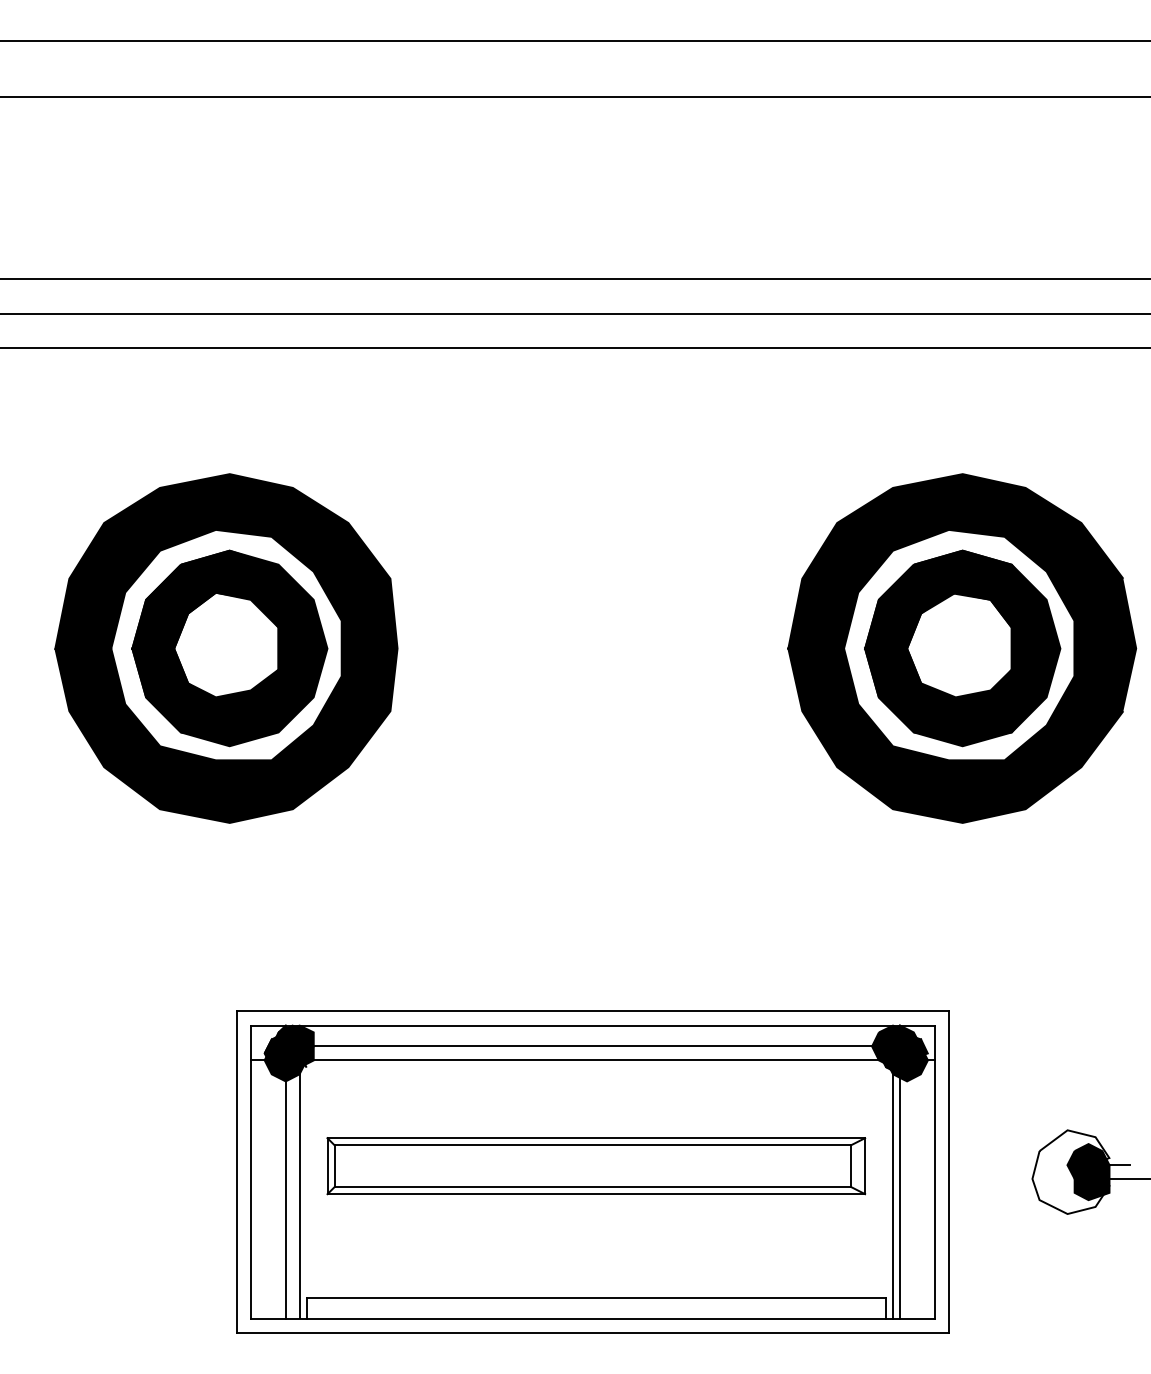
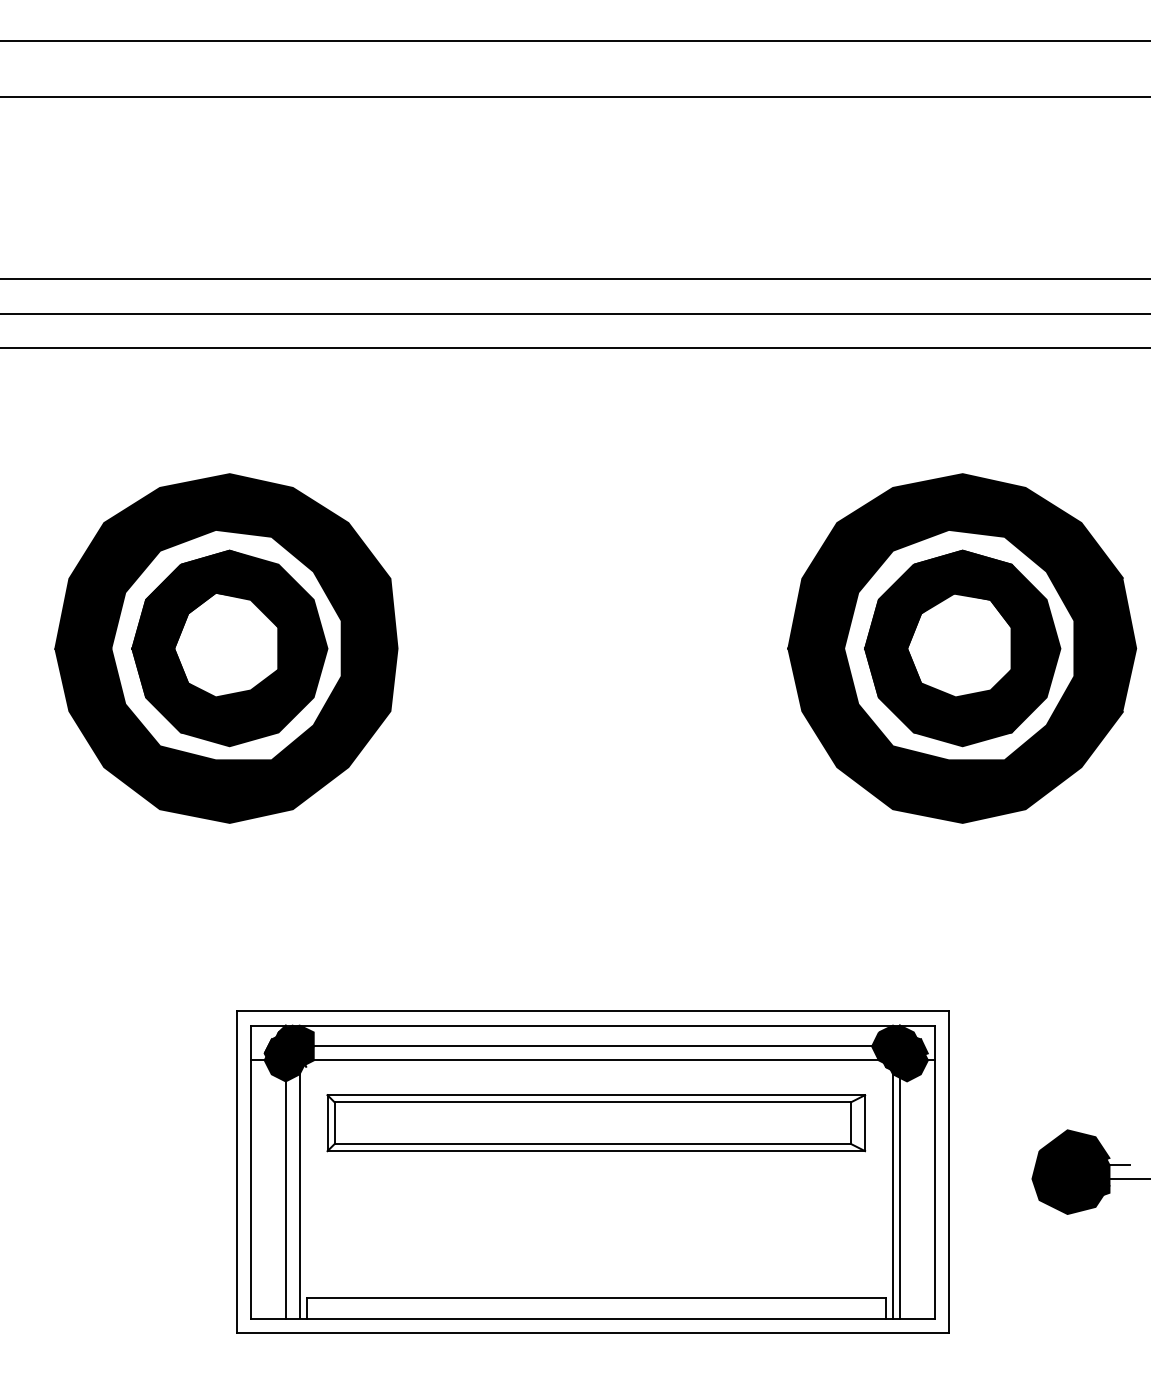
part at (596, 1166) position: (596, 1166) -> (596, 1123)
fill at (1070, 1172): none -> present
